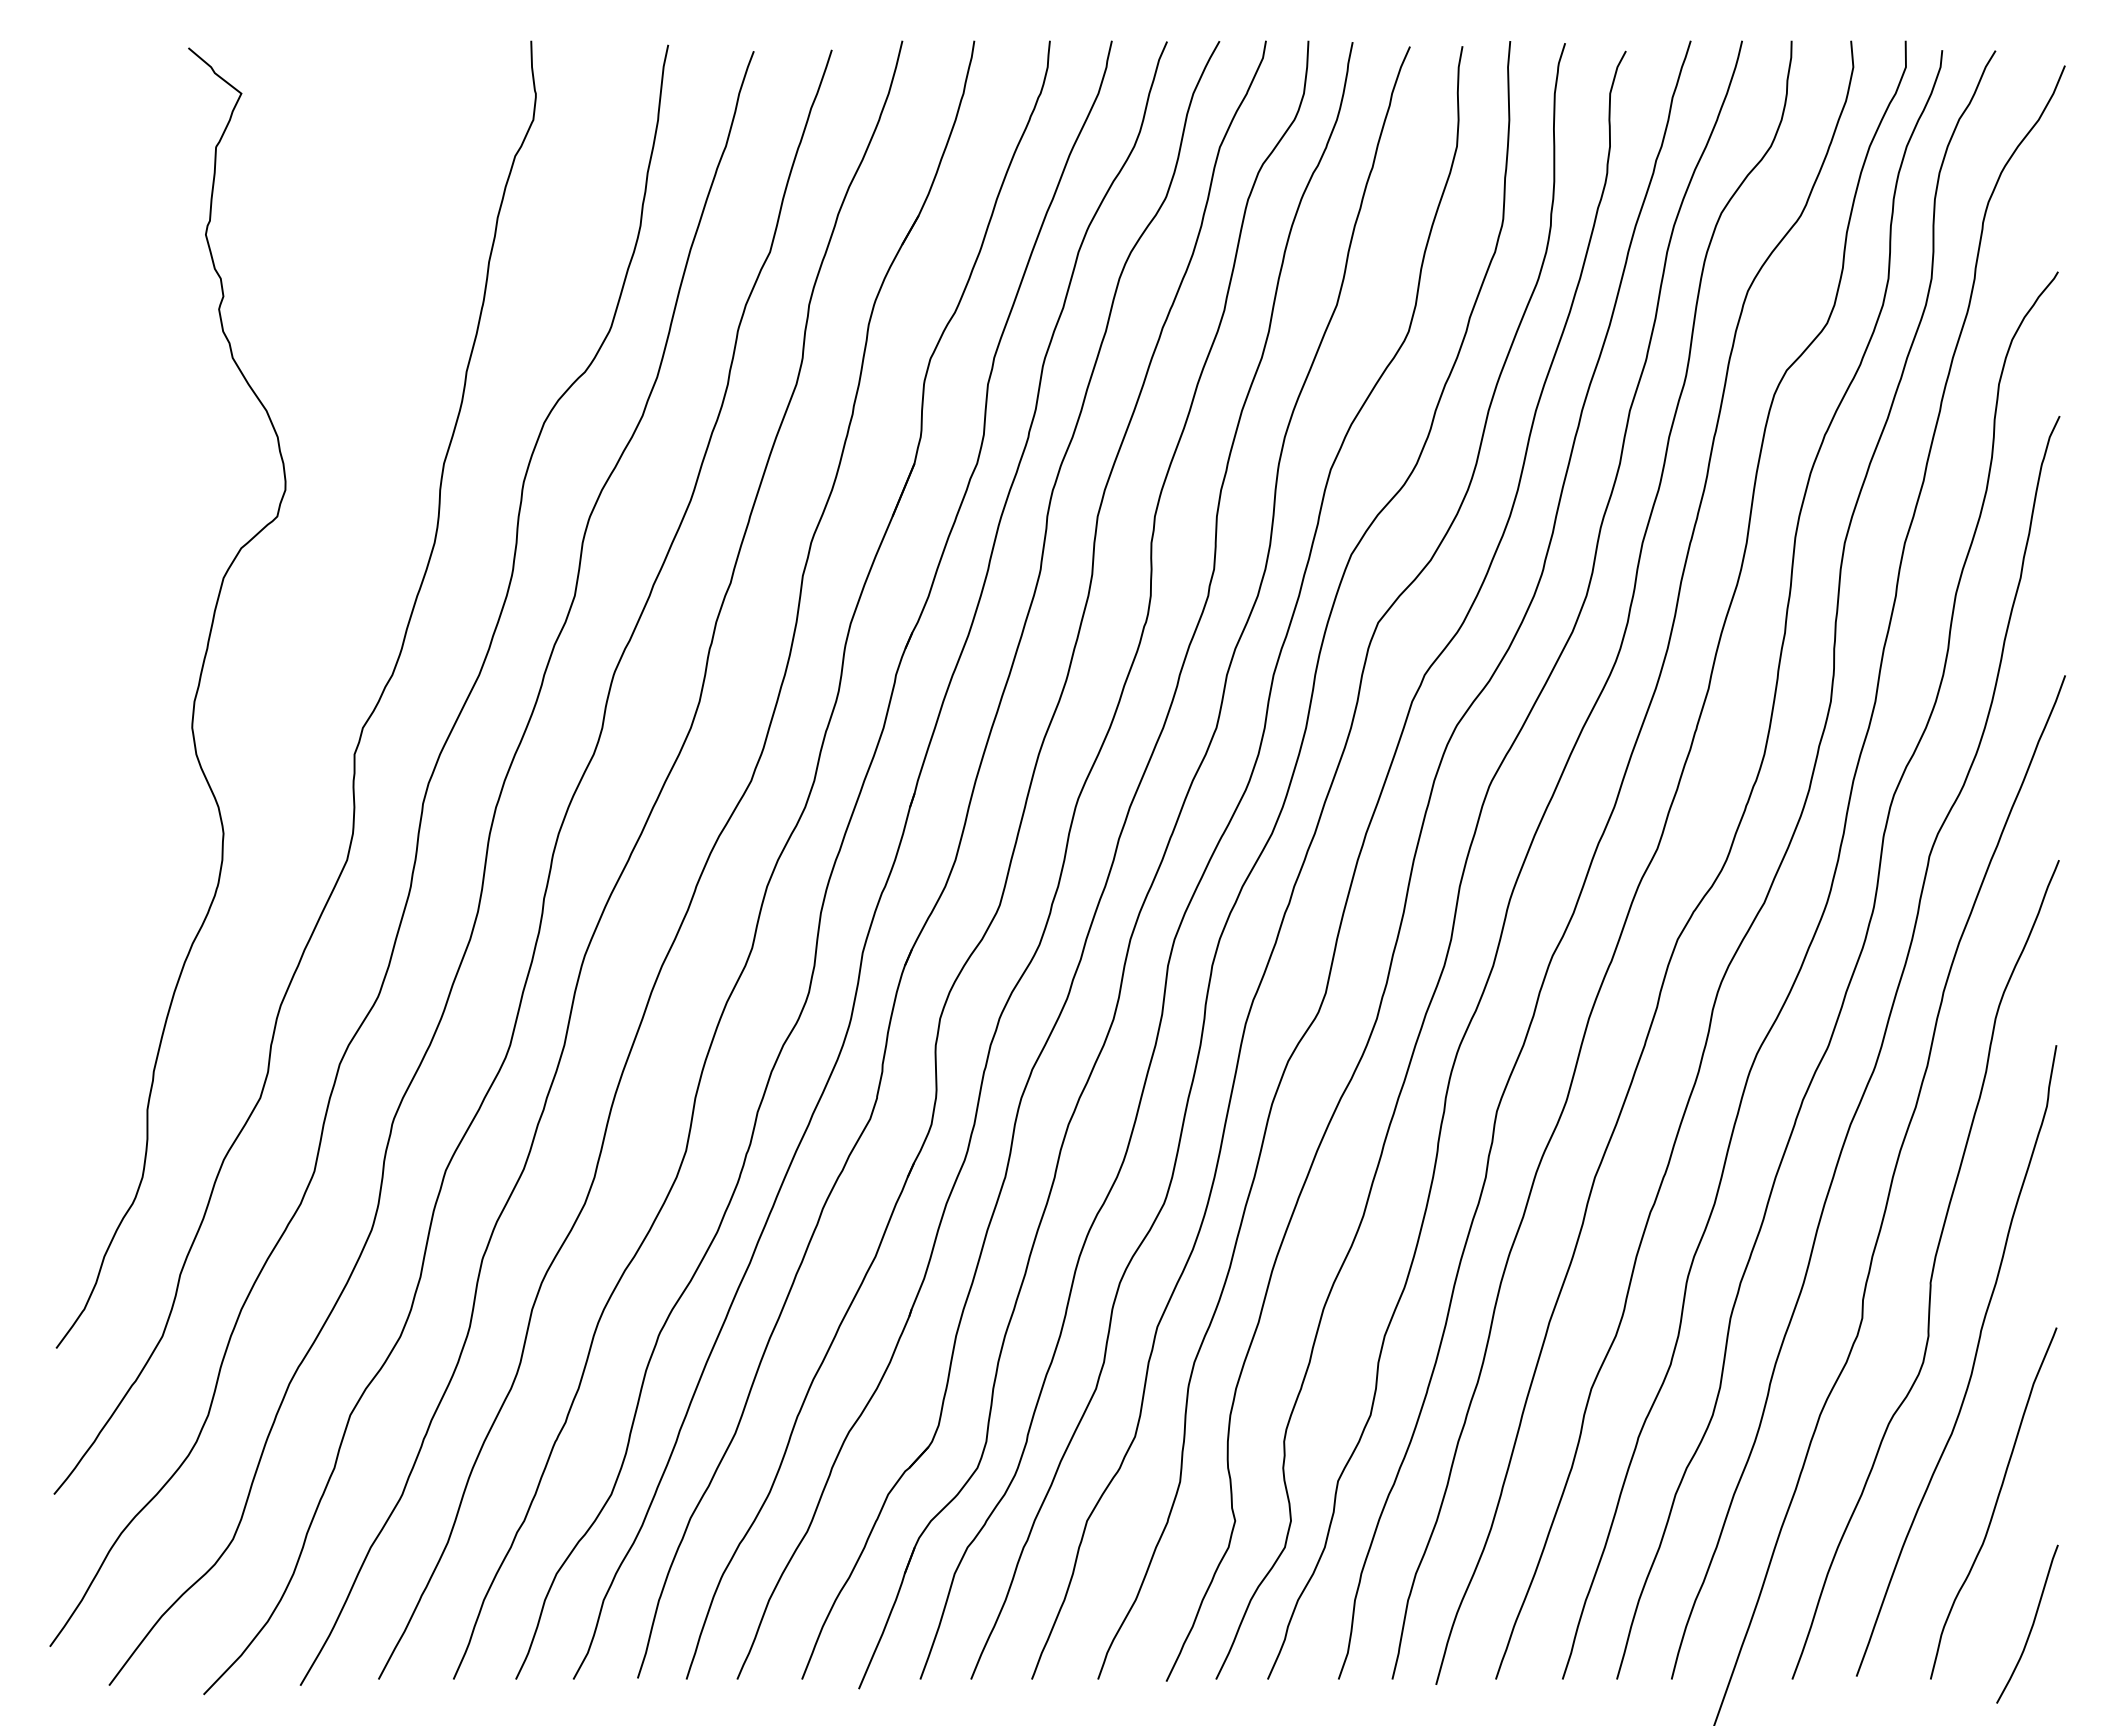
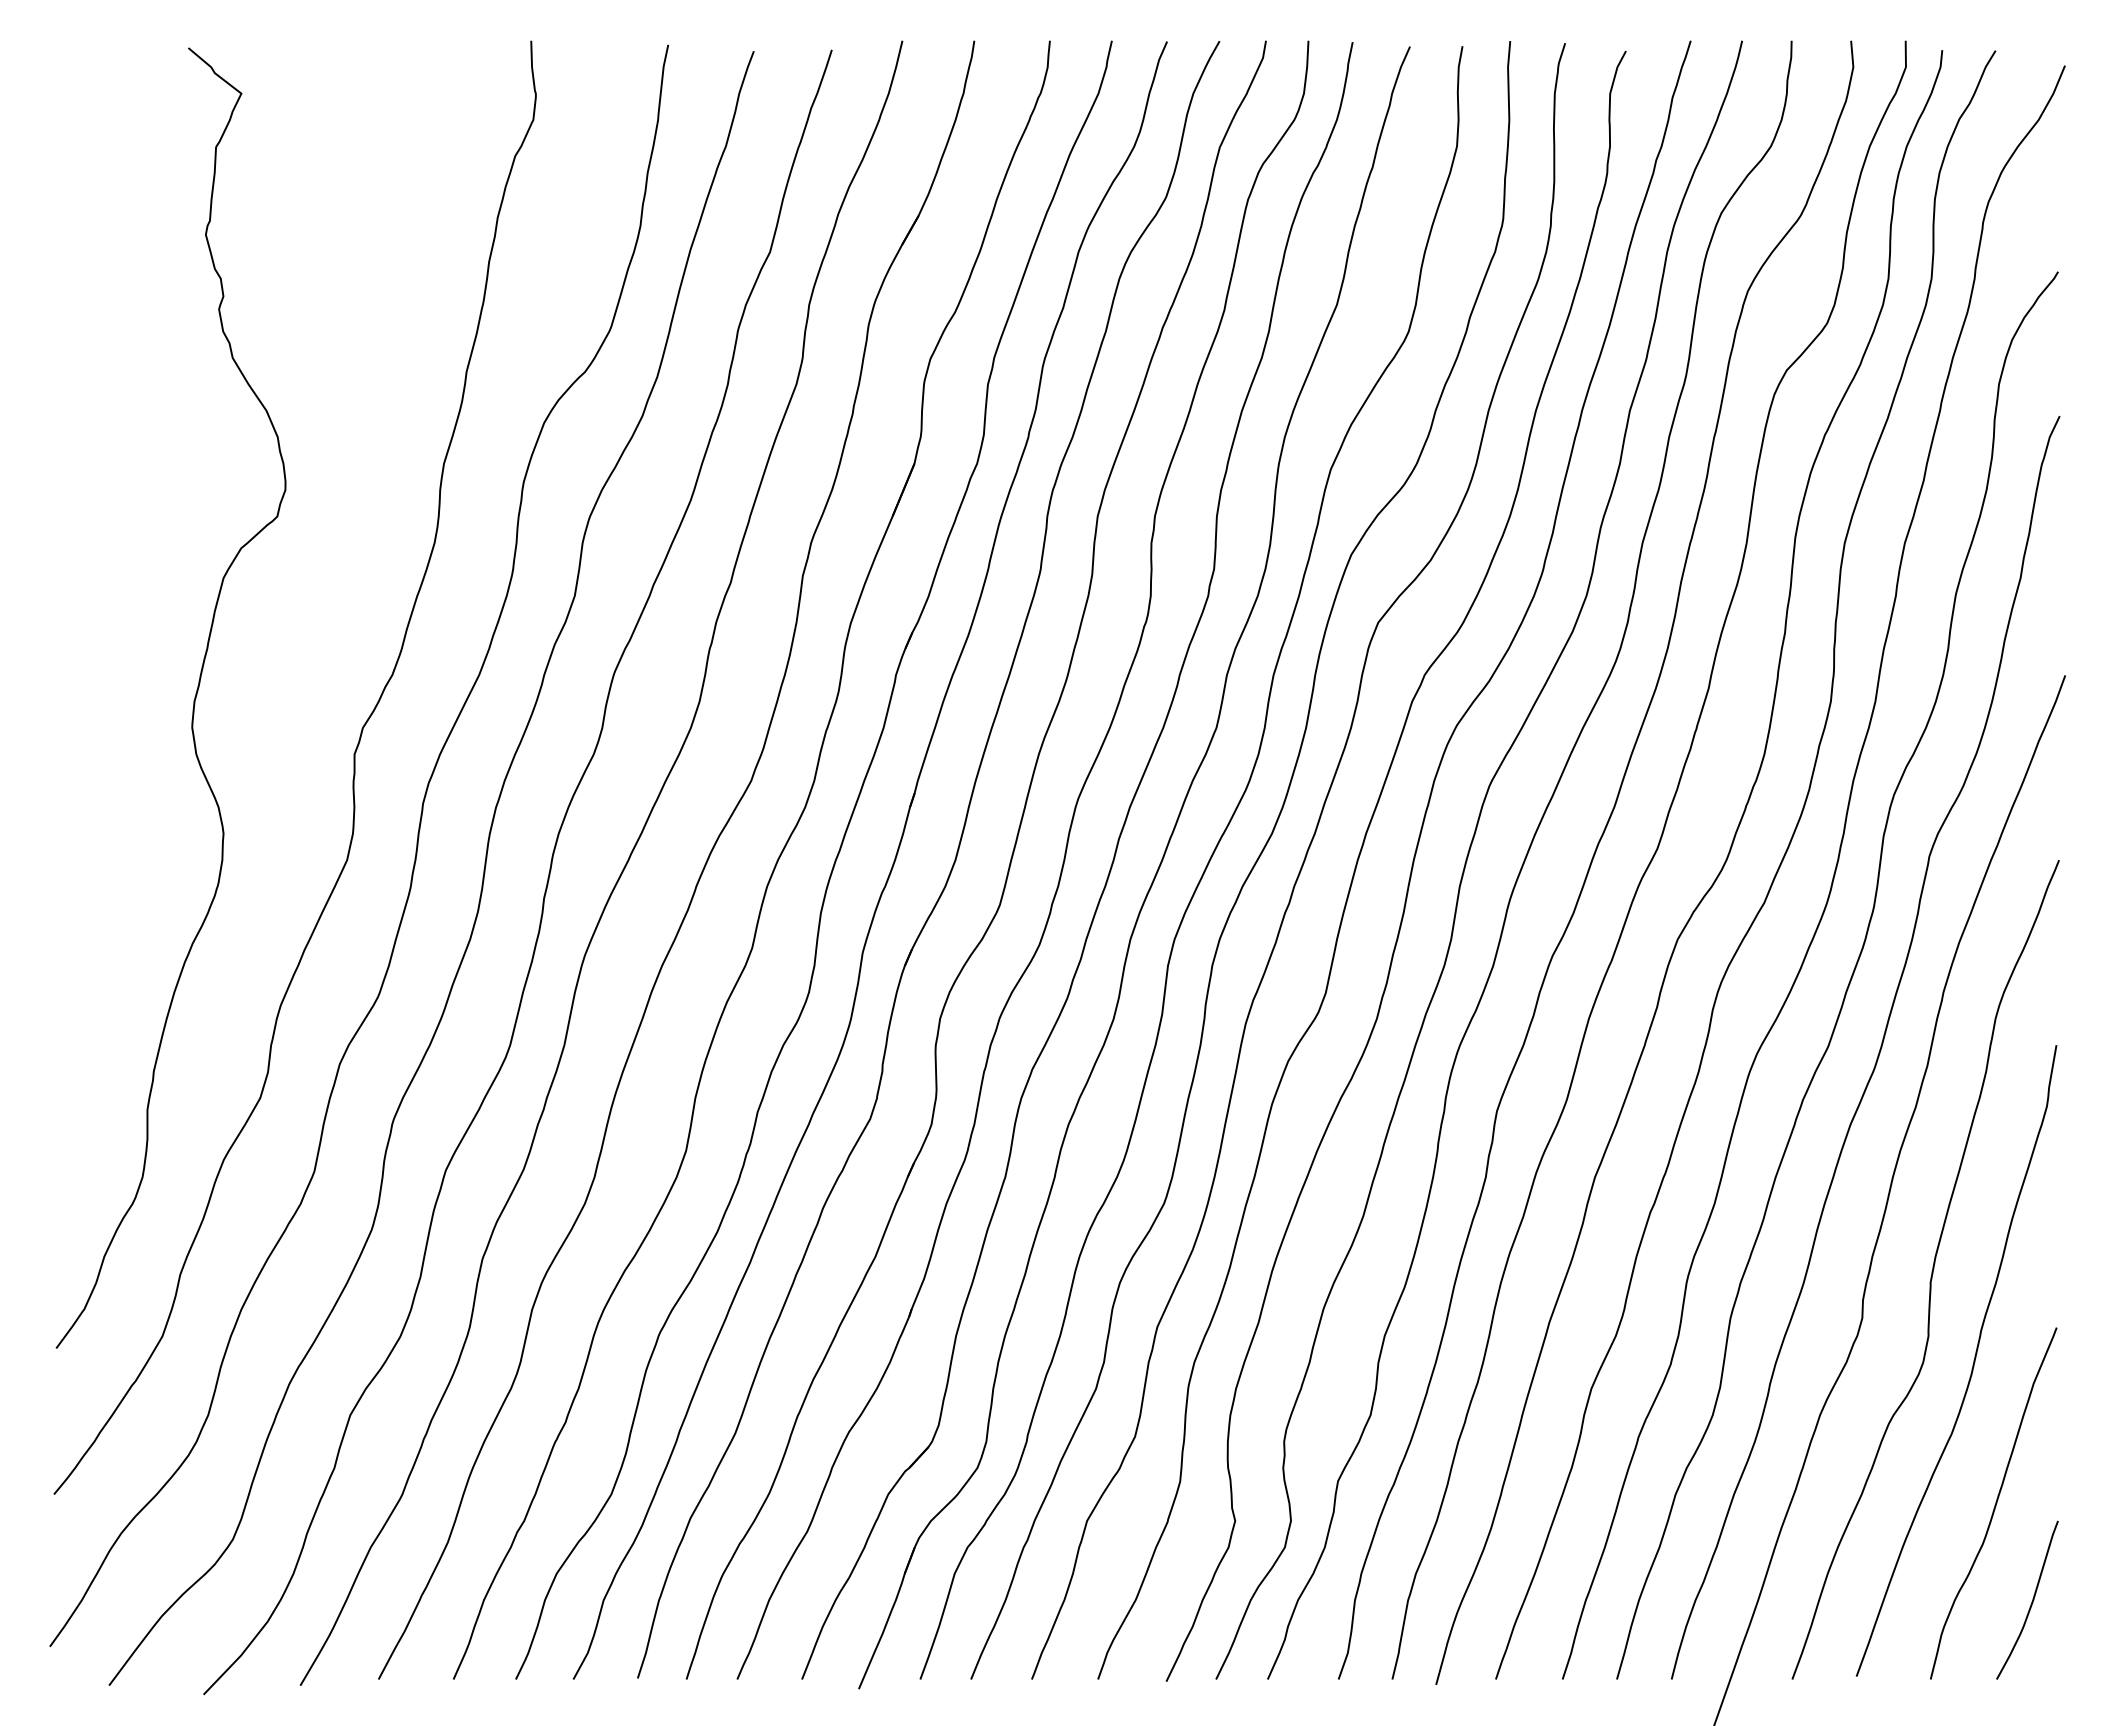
curve at (2031, 1625) position: (2031, 1625) -> (2031, 1601)
